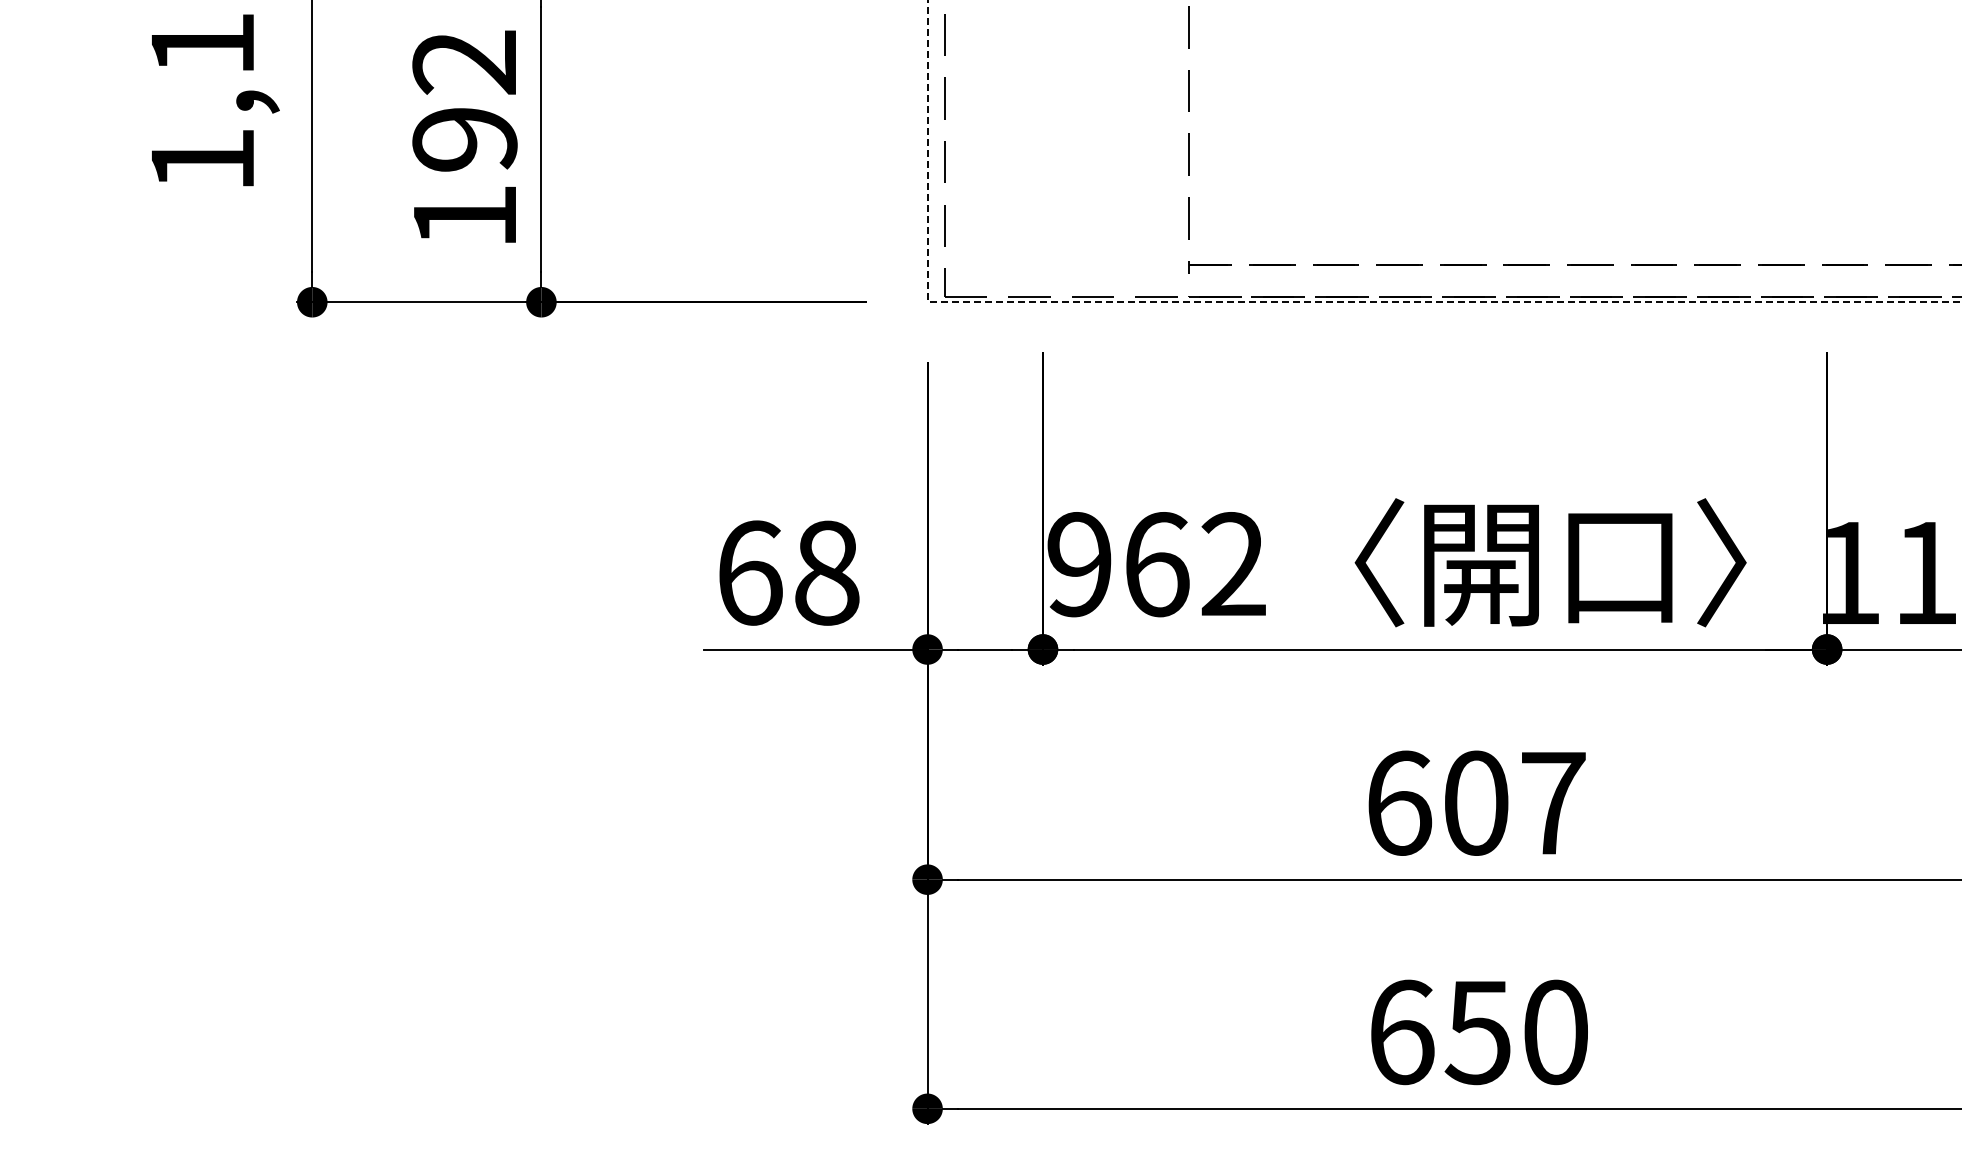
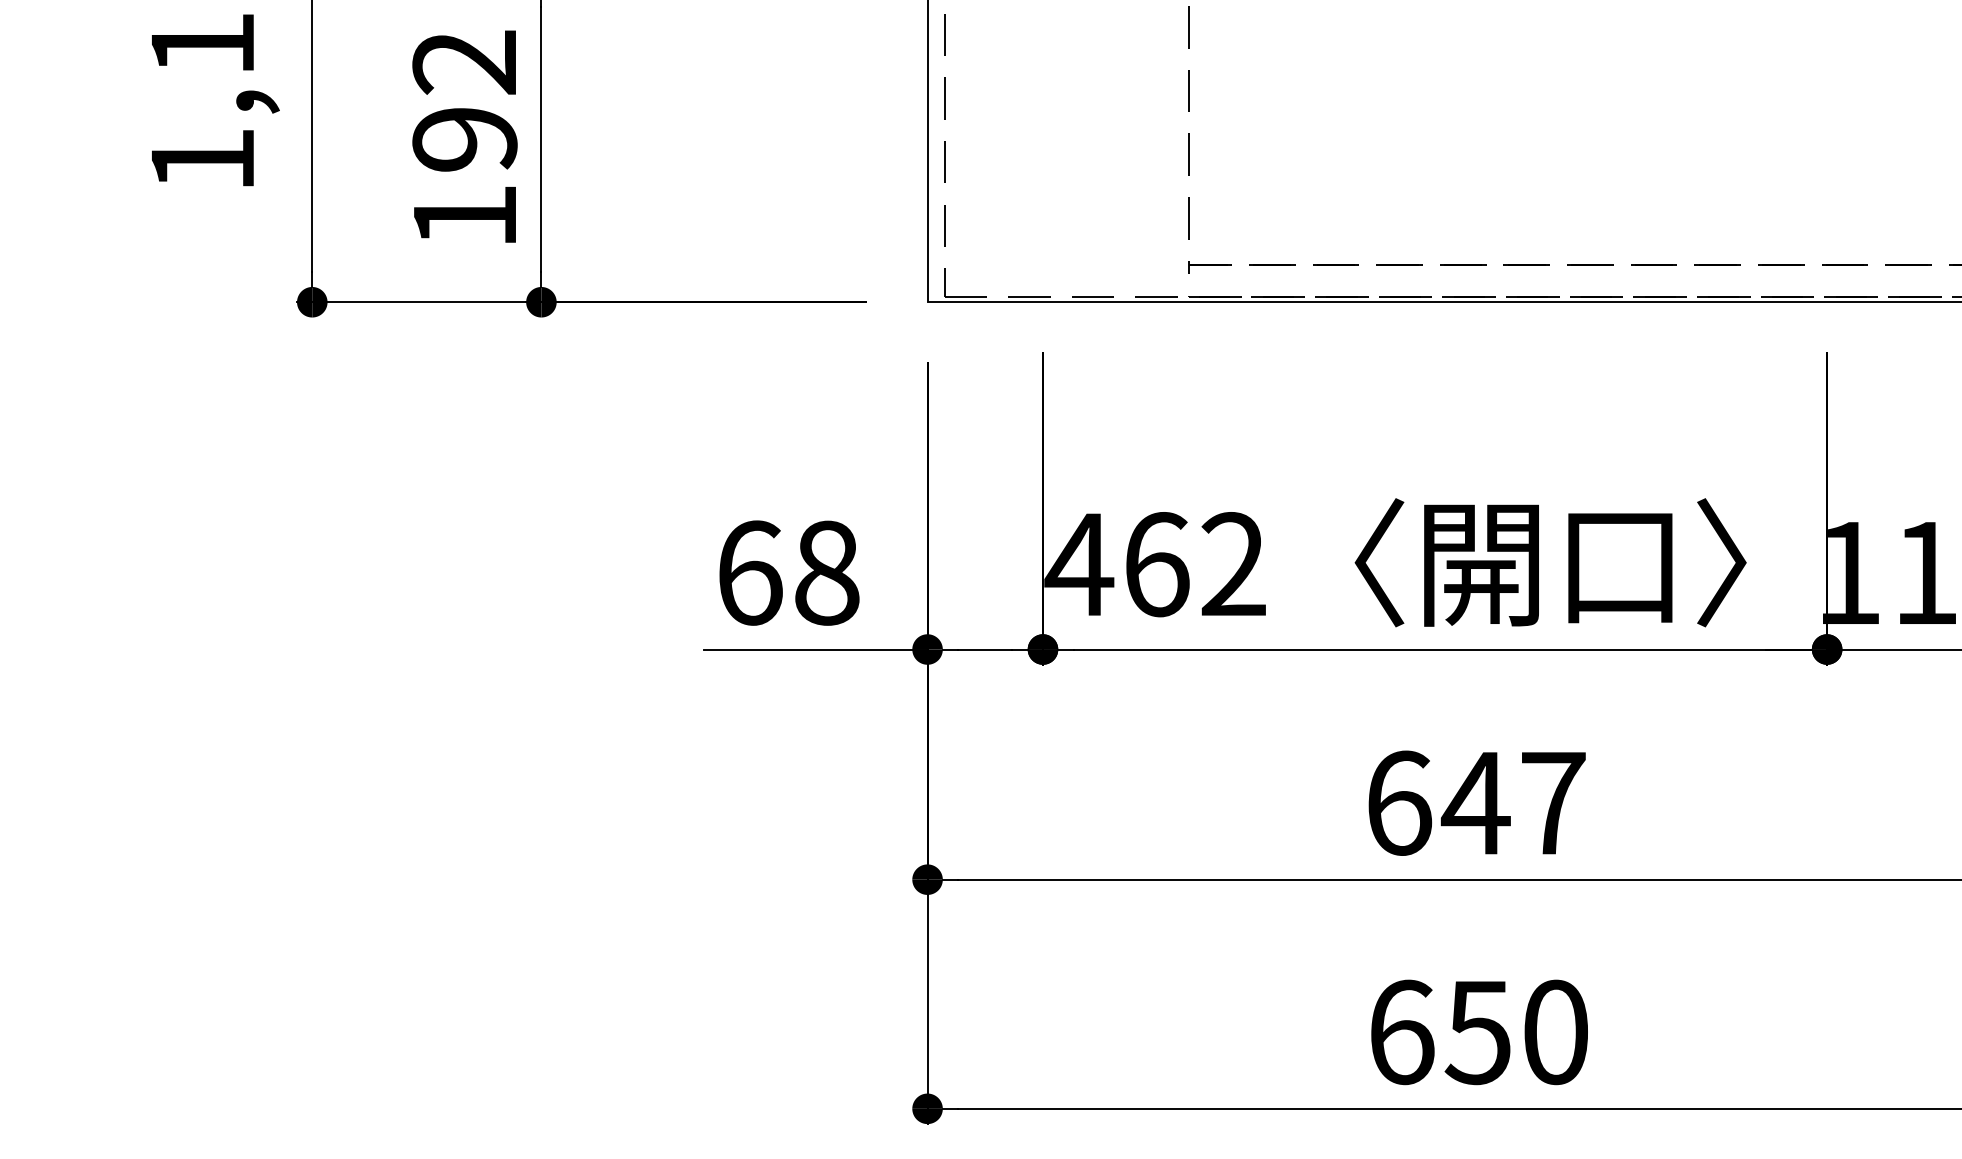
line at (1293, 302): dashed -> solid
text at (1079, 564): 962 -> 462
text at (1475, 802): 607 -> 647
